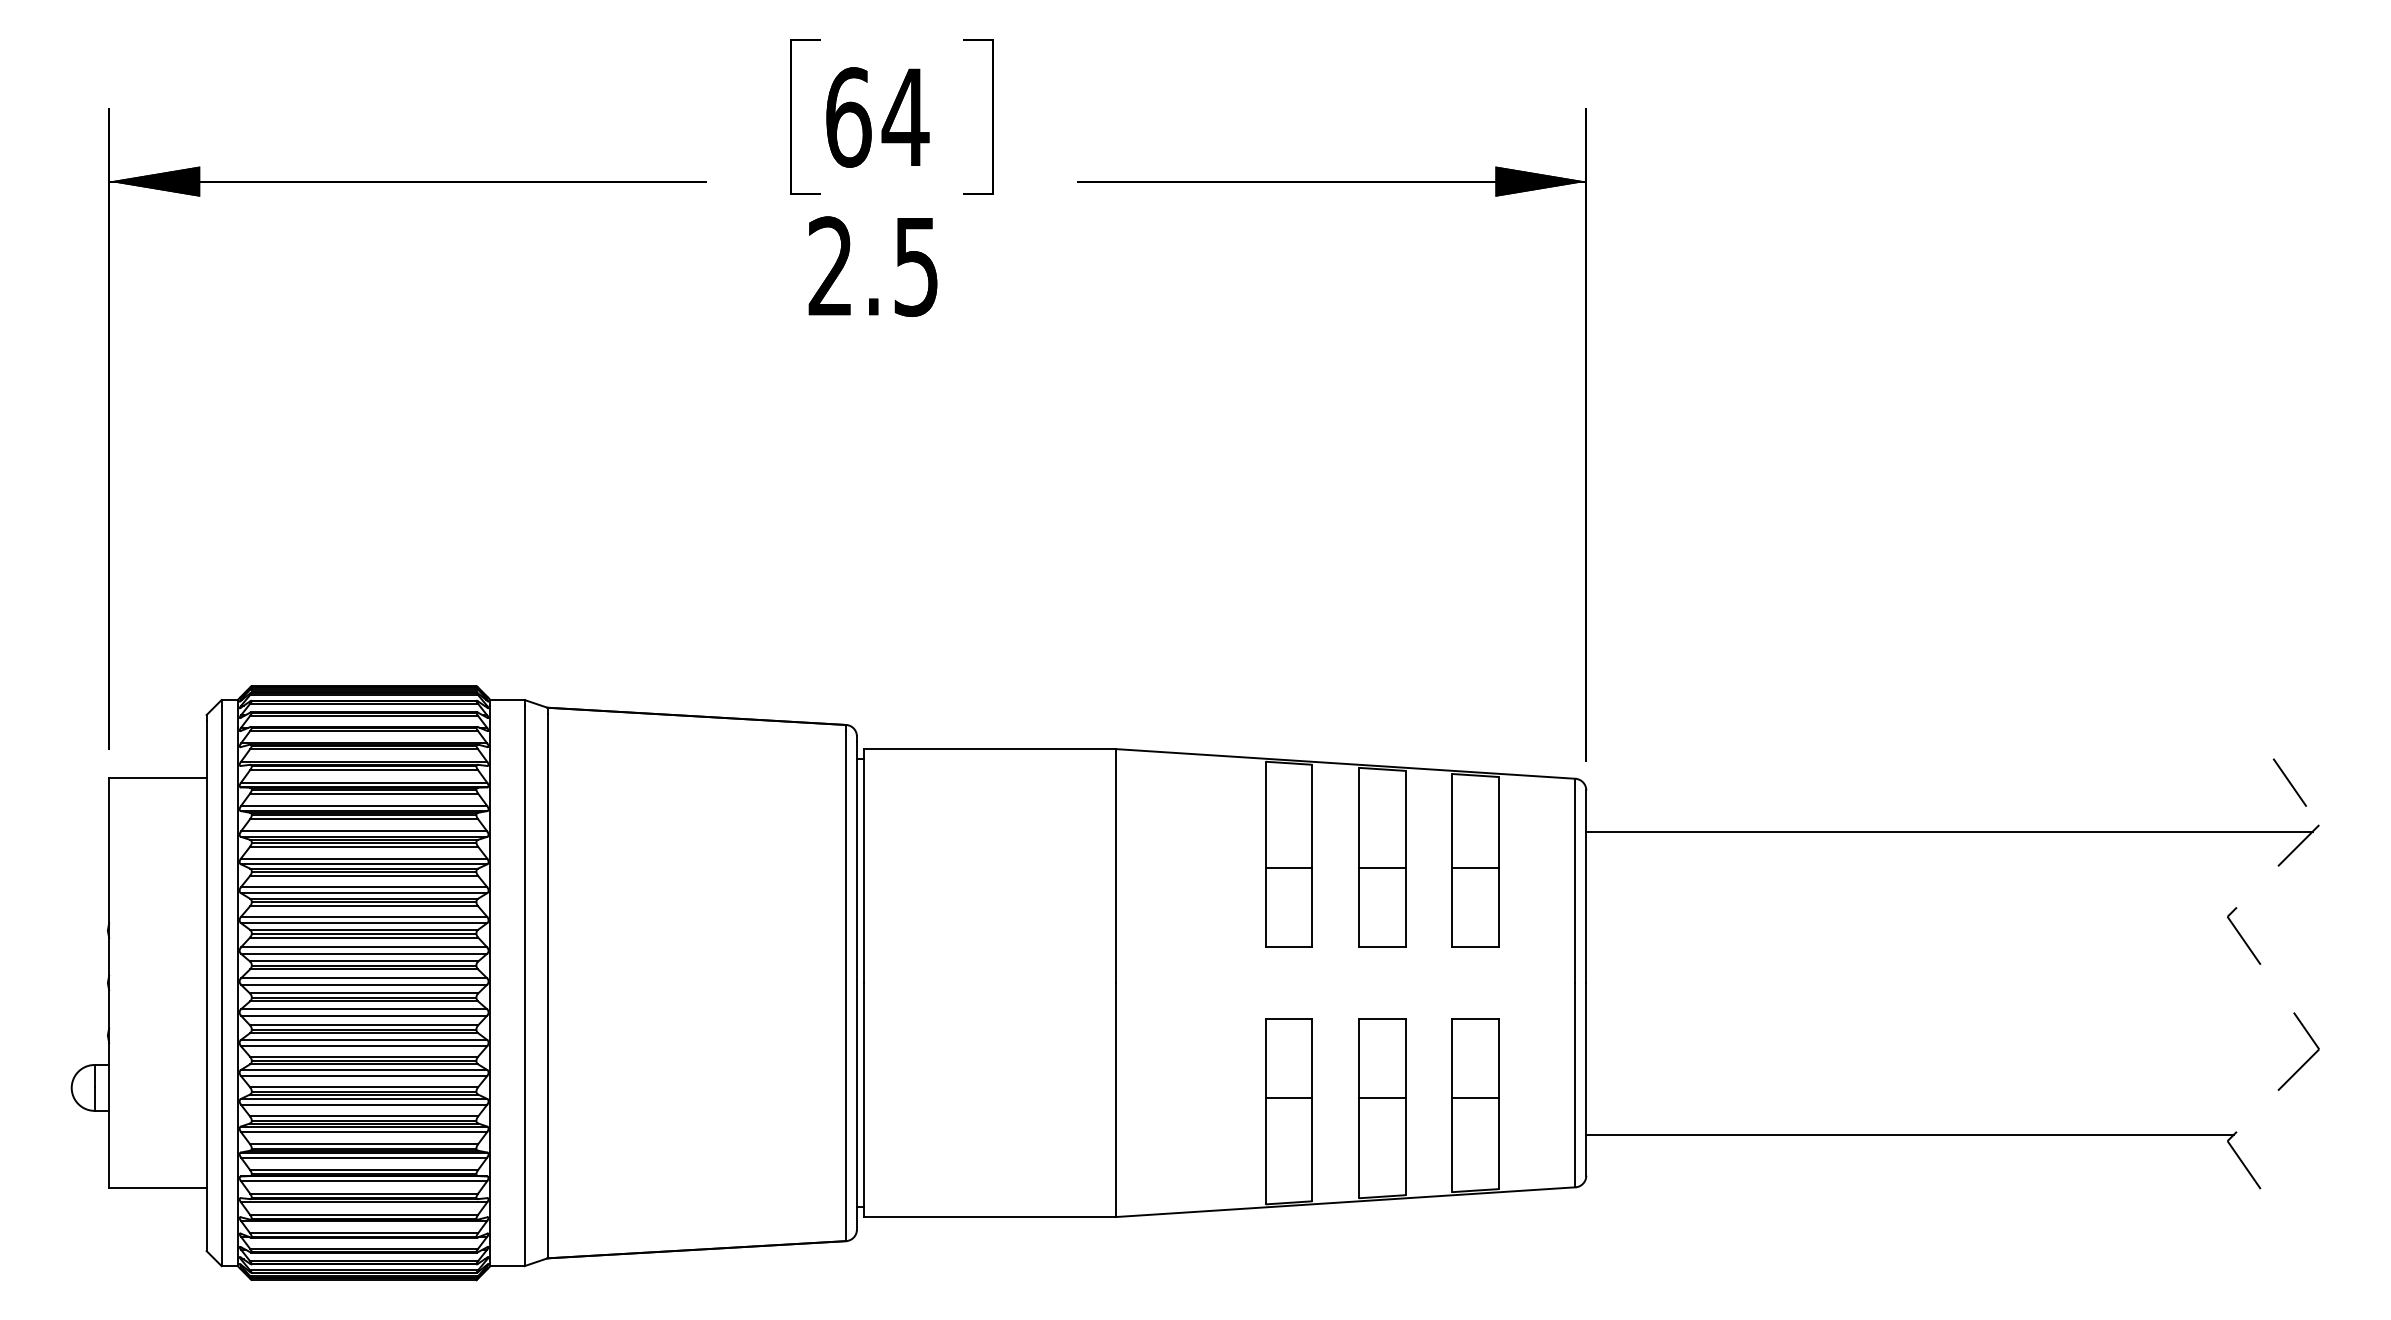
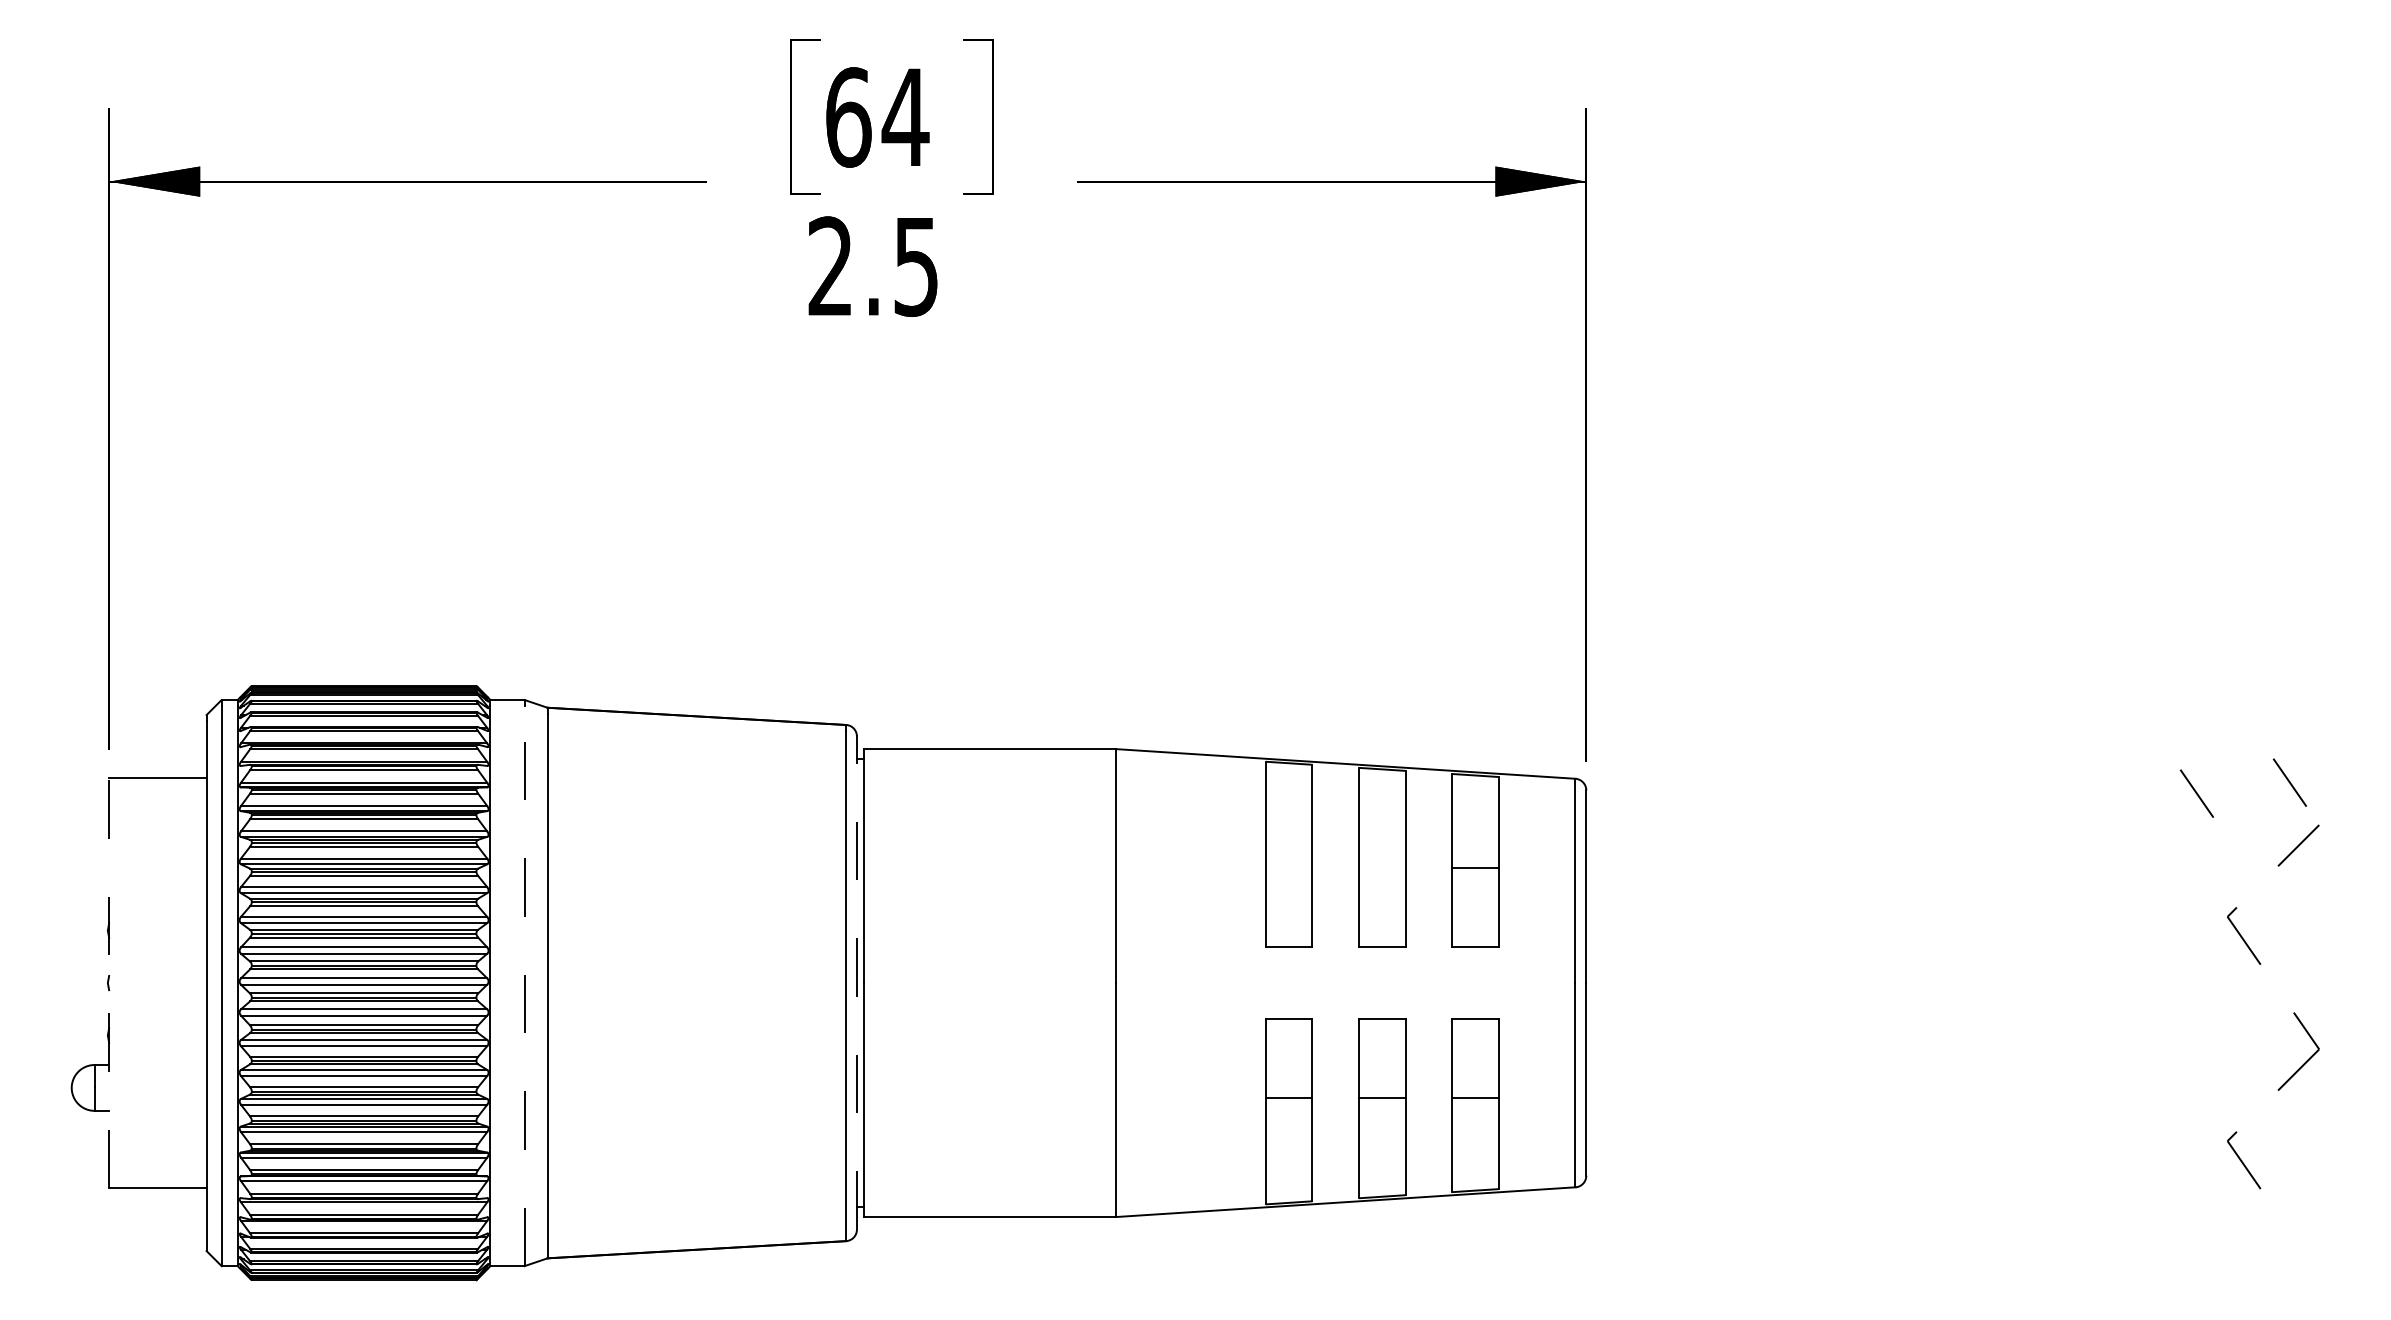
line at (2196, 793): none -> present
line at (1949, 831): present -> none
line at (1288, 868): present -> none
line at (1382, 868): present -> none
line at (109, 982): solid -> dashed
line at (856, 985): solid -> dashed
line at (524, 986): solid -> dashed
line at (1910, 1134): present -> none
